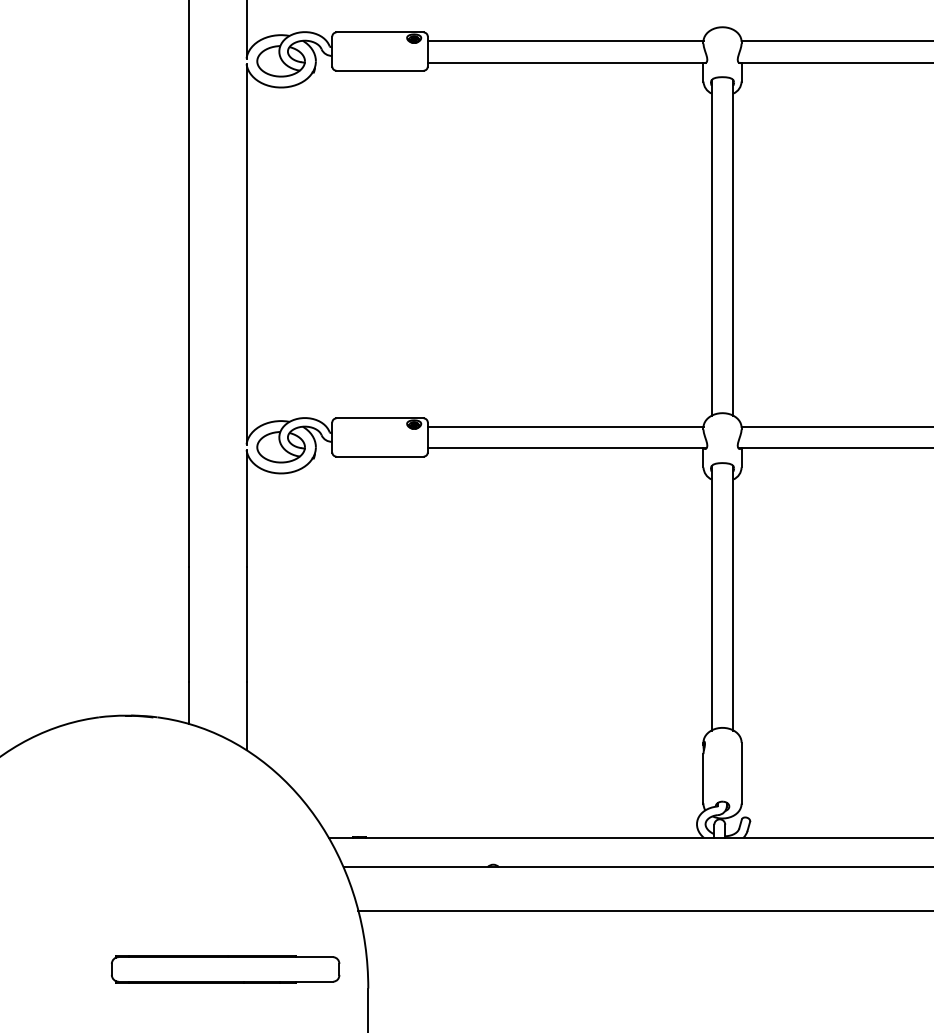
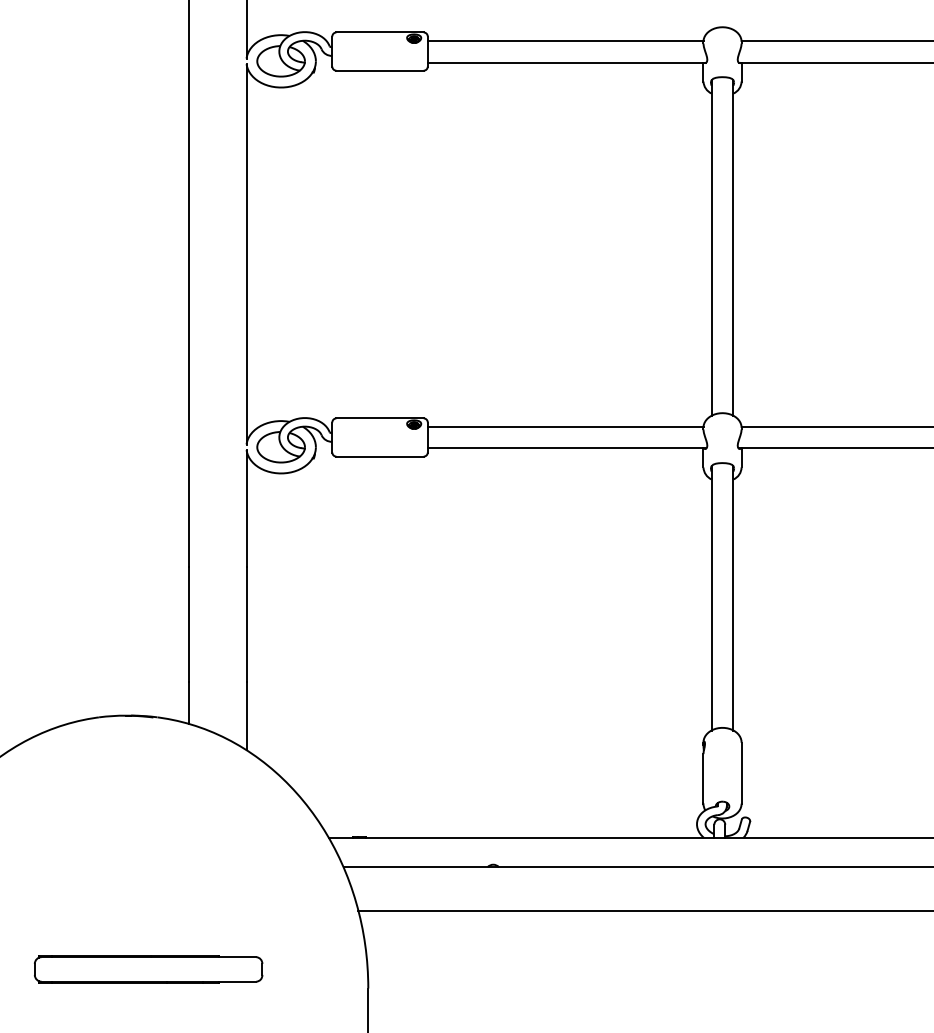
part at (225, 969) position: (225, 969) -> (148, 969)
